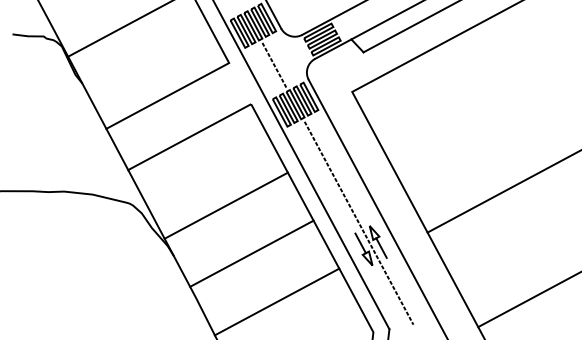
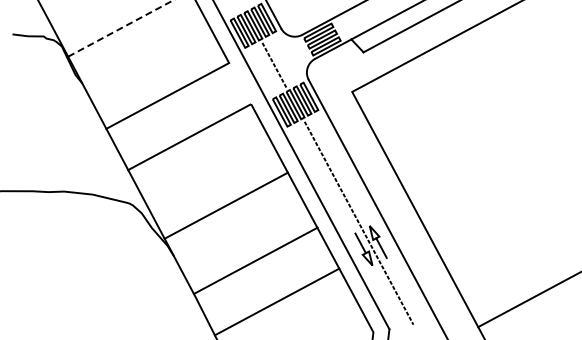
line at (121, 28): solid -> dashed
line at (502, 191): present -> none
line at (251, 253) position: (251, 253) -> (255, 260)
